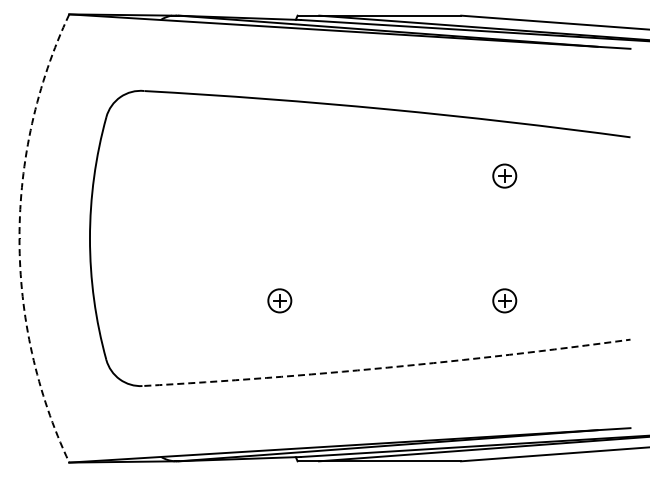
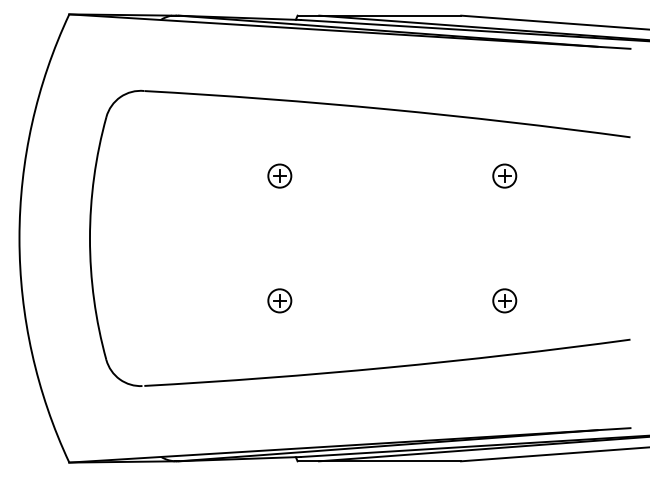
part at (279, 175): none -> present
line at (19, 238): dashed -> solid
line at (387, 367): dashed -> solid
